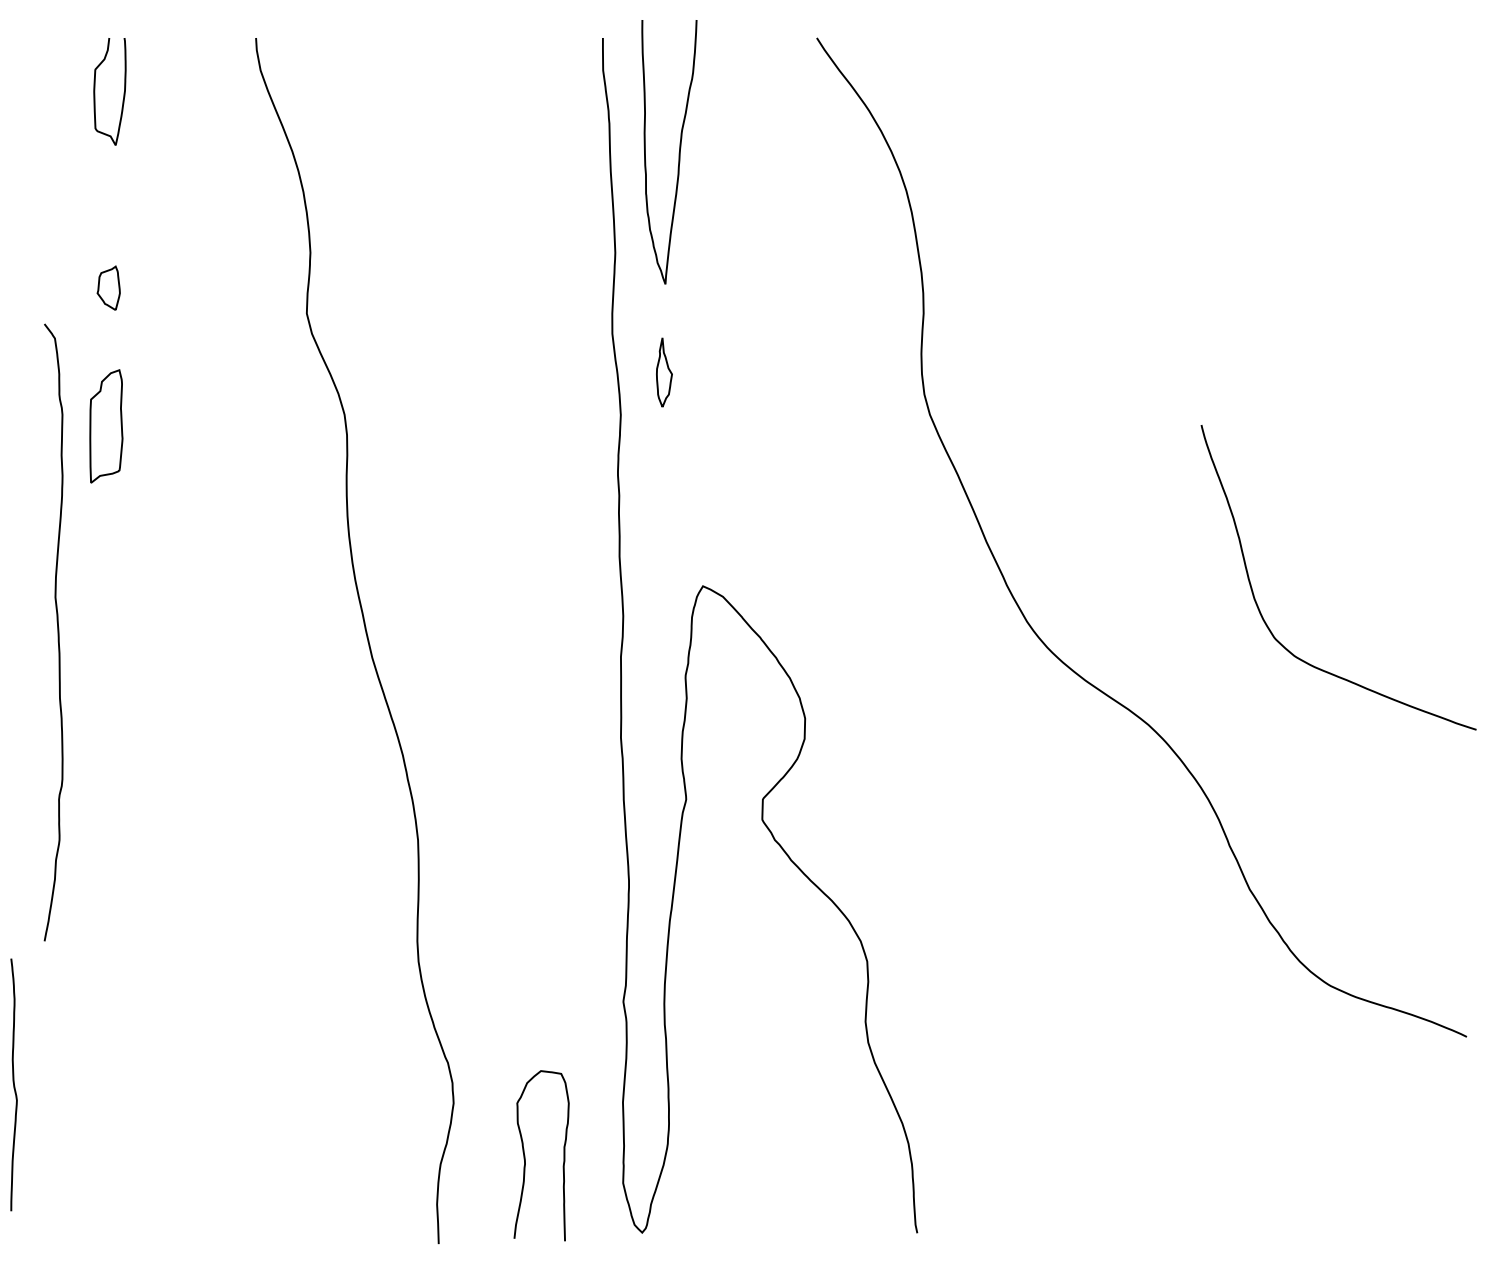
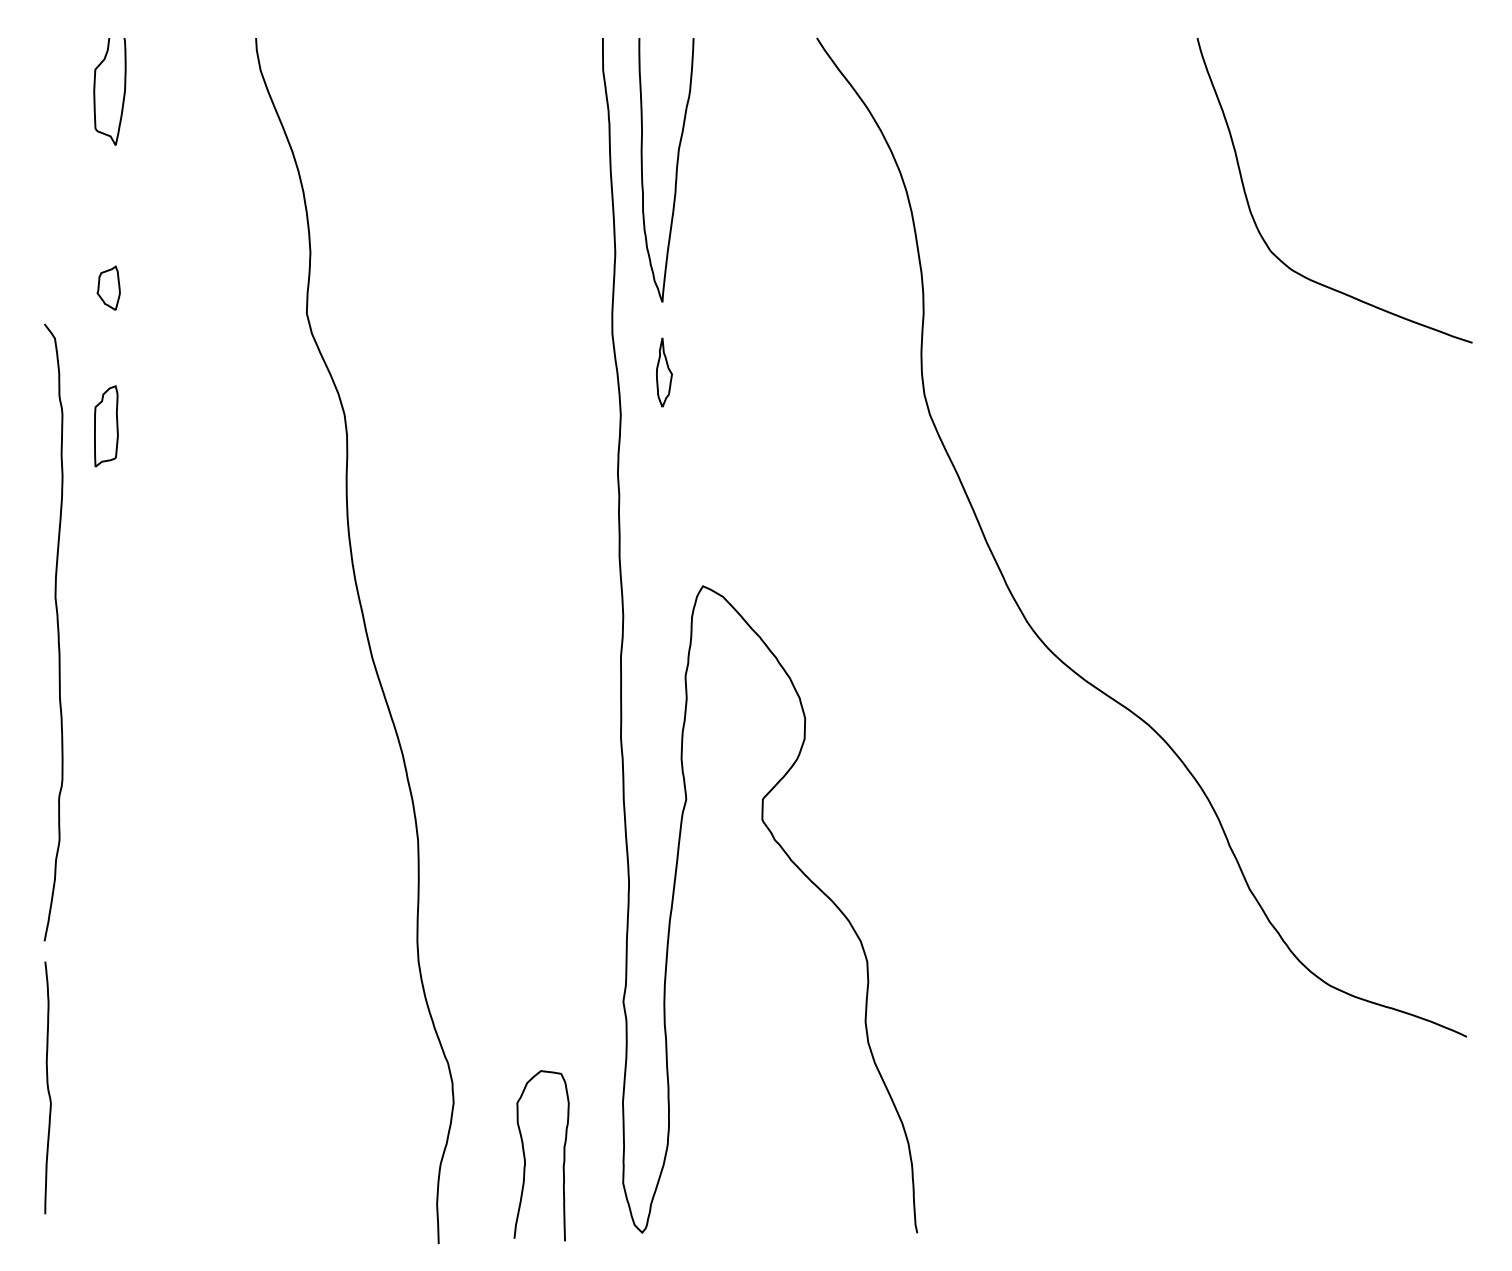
curve at (678, 152) position: (678, 152) -> (675, 170)
part at (106, 426) size: 35x115 px -> 25x83 px
curve at (1261, 612) position: (1261, 612) -> (1257, 225)
curve at (13, 1084) position: (13, 1084) -> (47, 1087)
